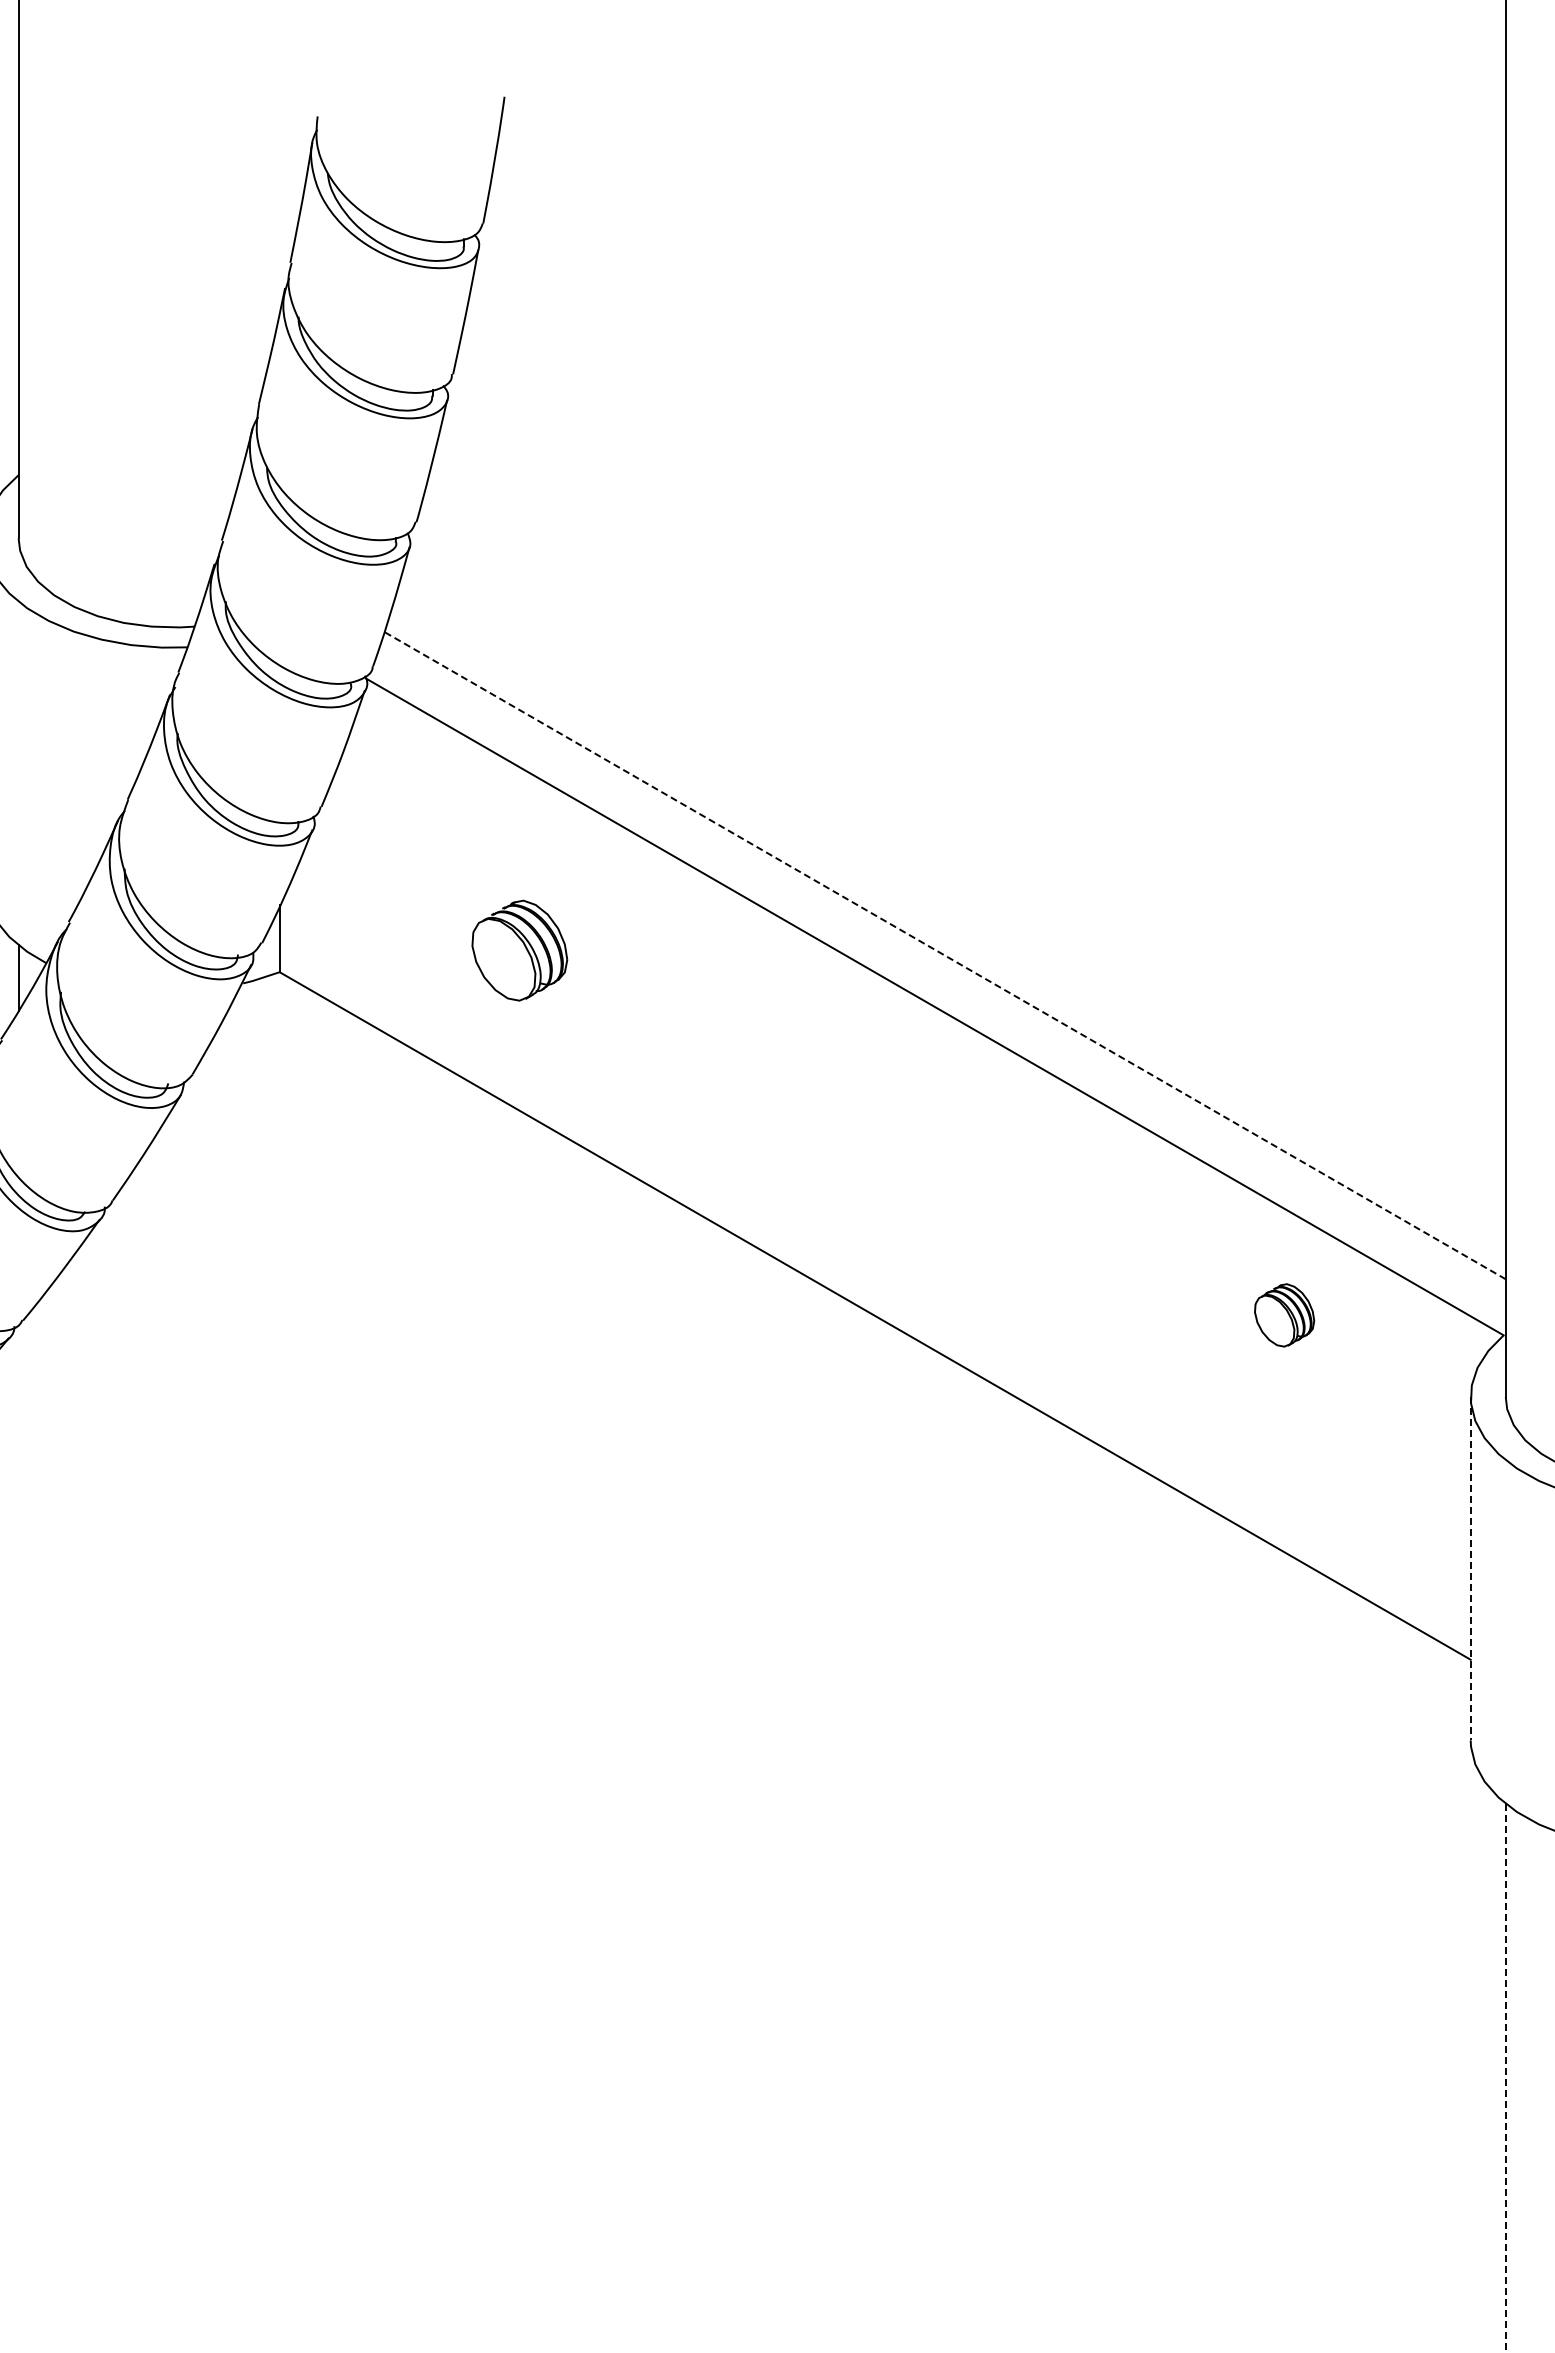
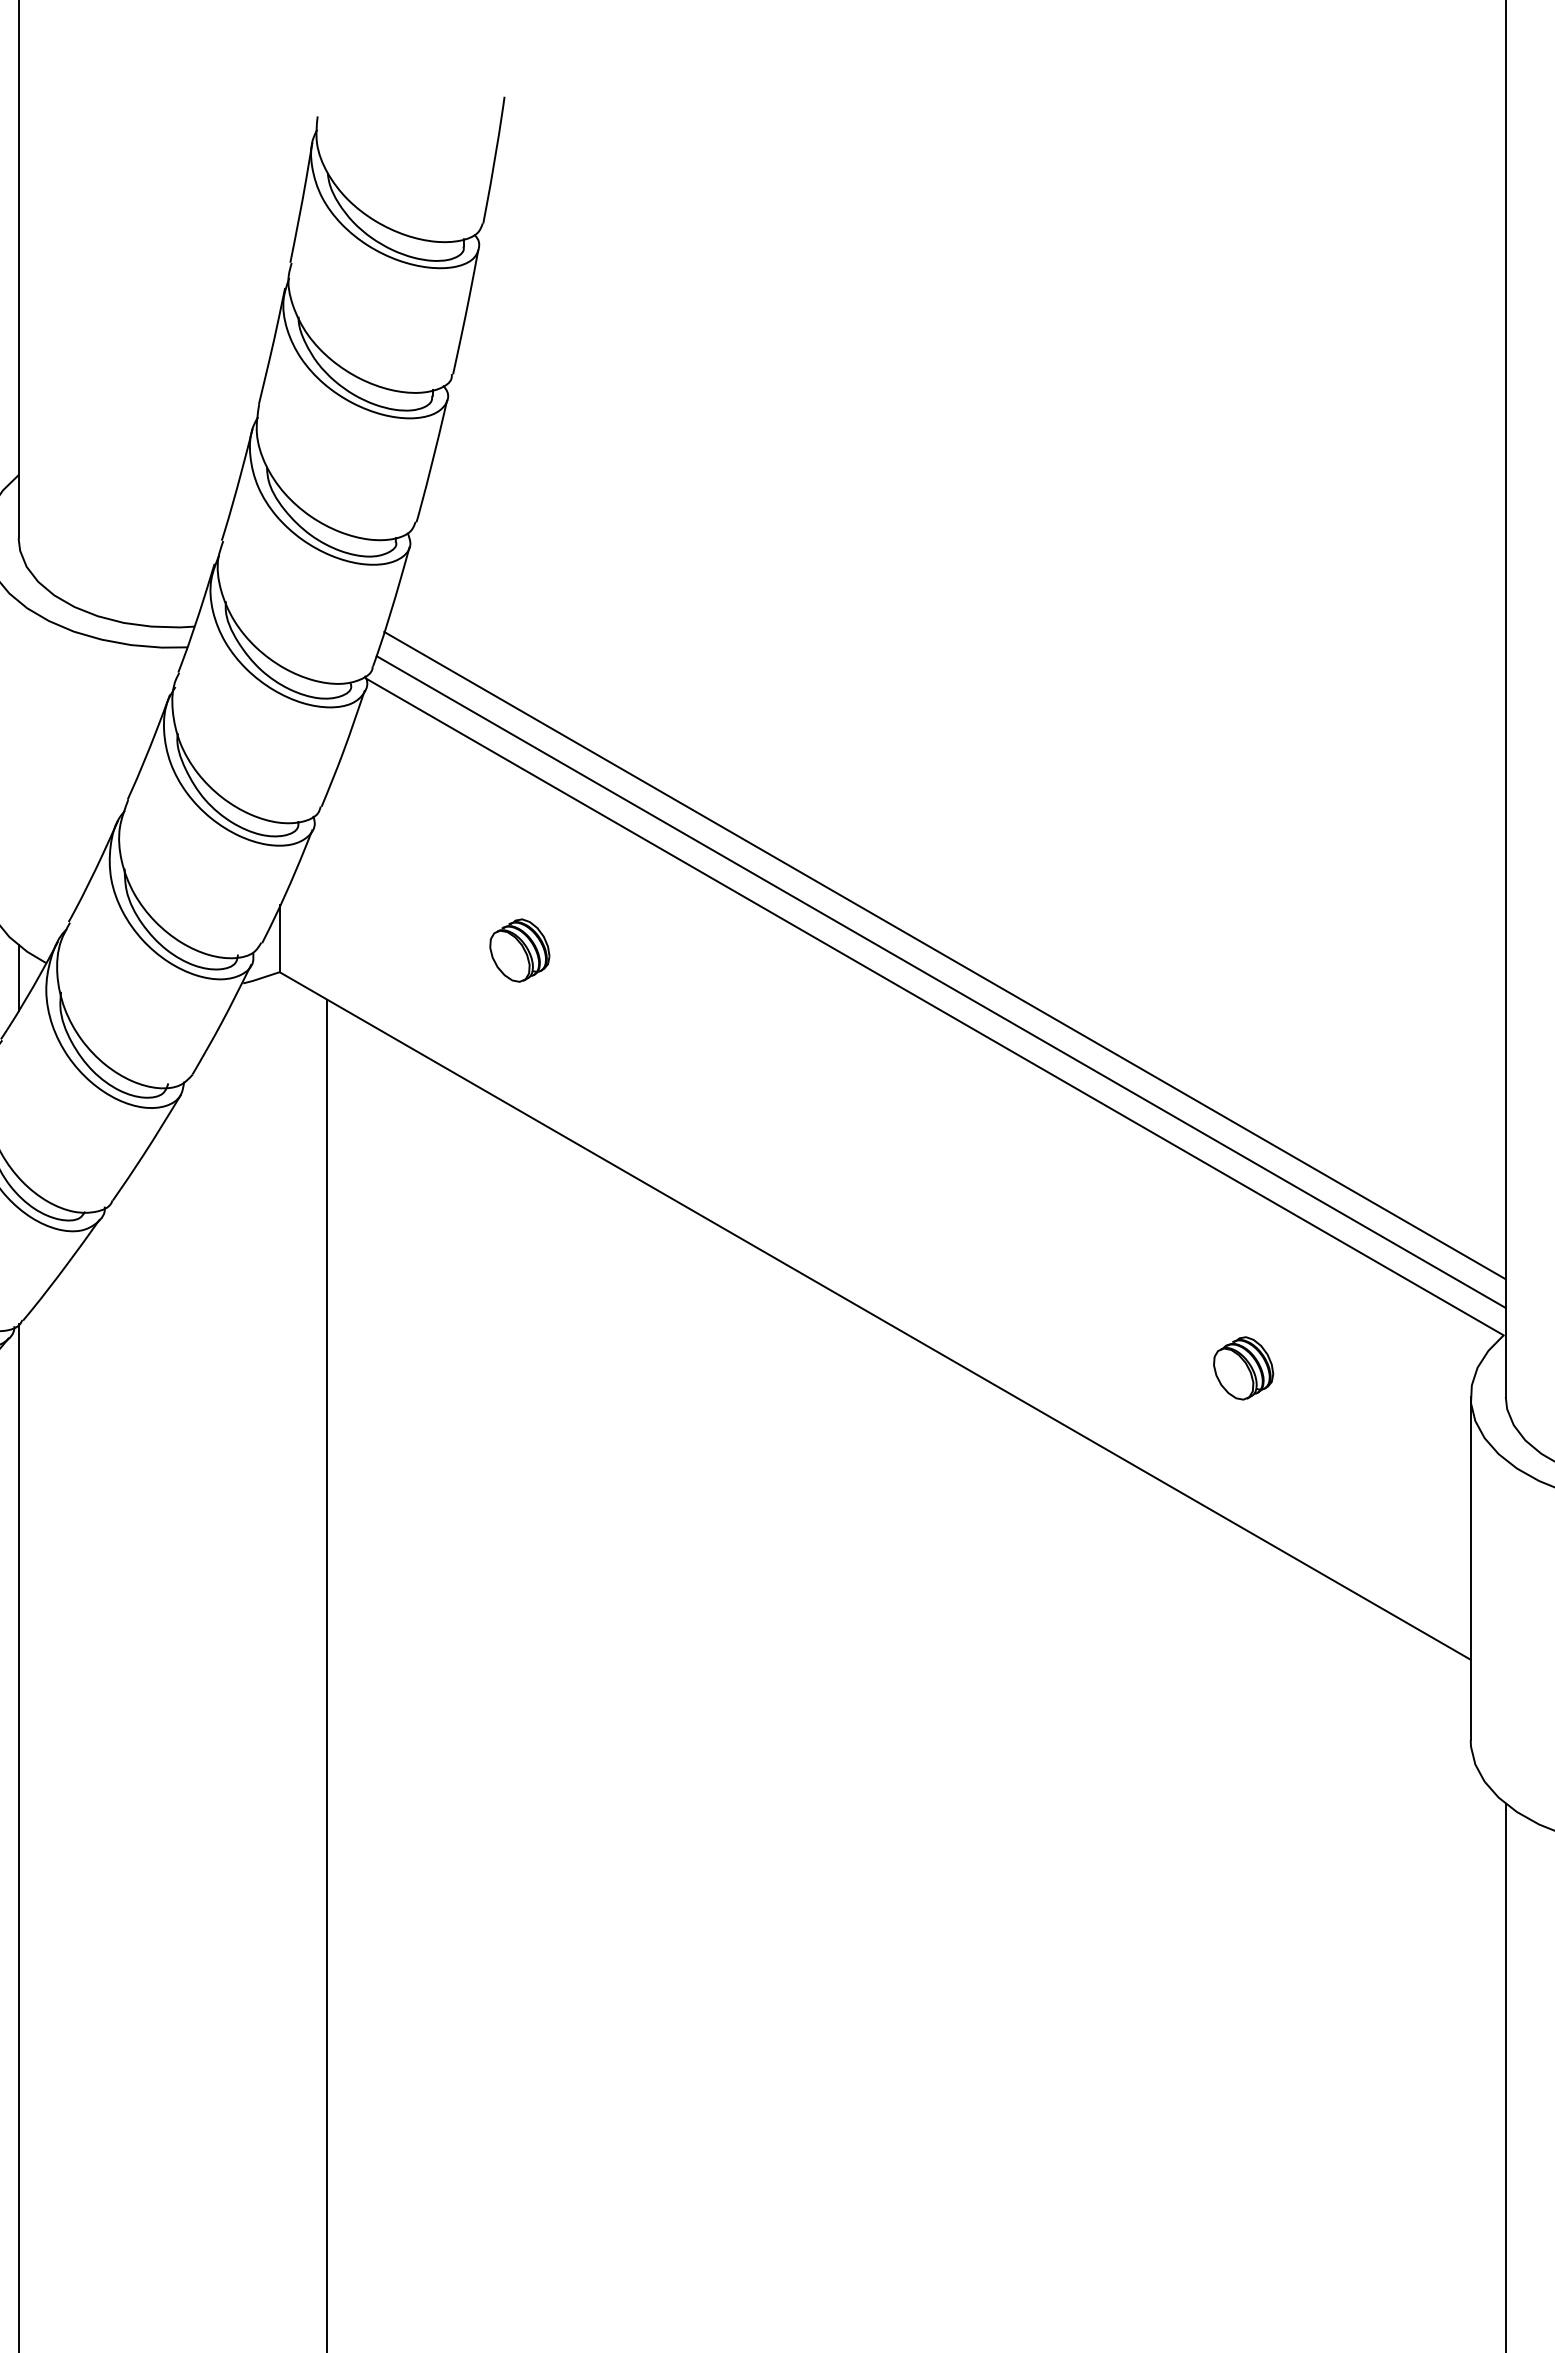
part at (519, 950) size: 98x103 px -> 62x65 px
line at (944, 955): dashed -> solid
line at (940, 982): none -> present
part at (1284, 1315) position: (1284, 1315) -> (1243, 1368)
line at (1470, 1568): dashed -> solid
line at (327, 1674): none -> present
line at (18, 1836): none -> present
line at (1505, 2078): dashed -> solid
